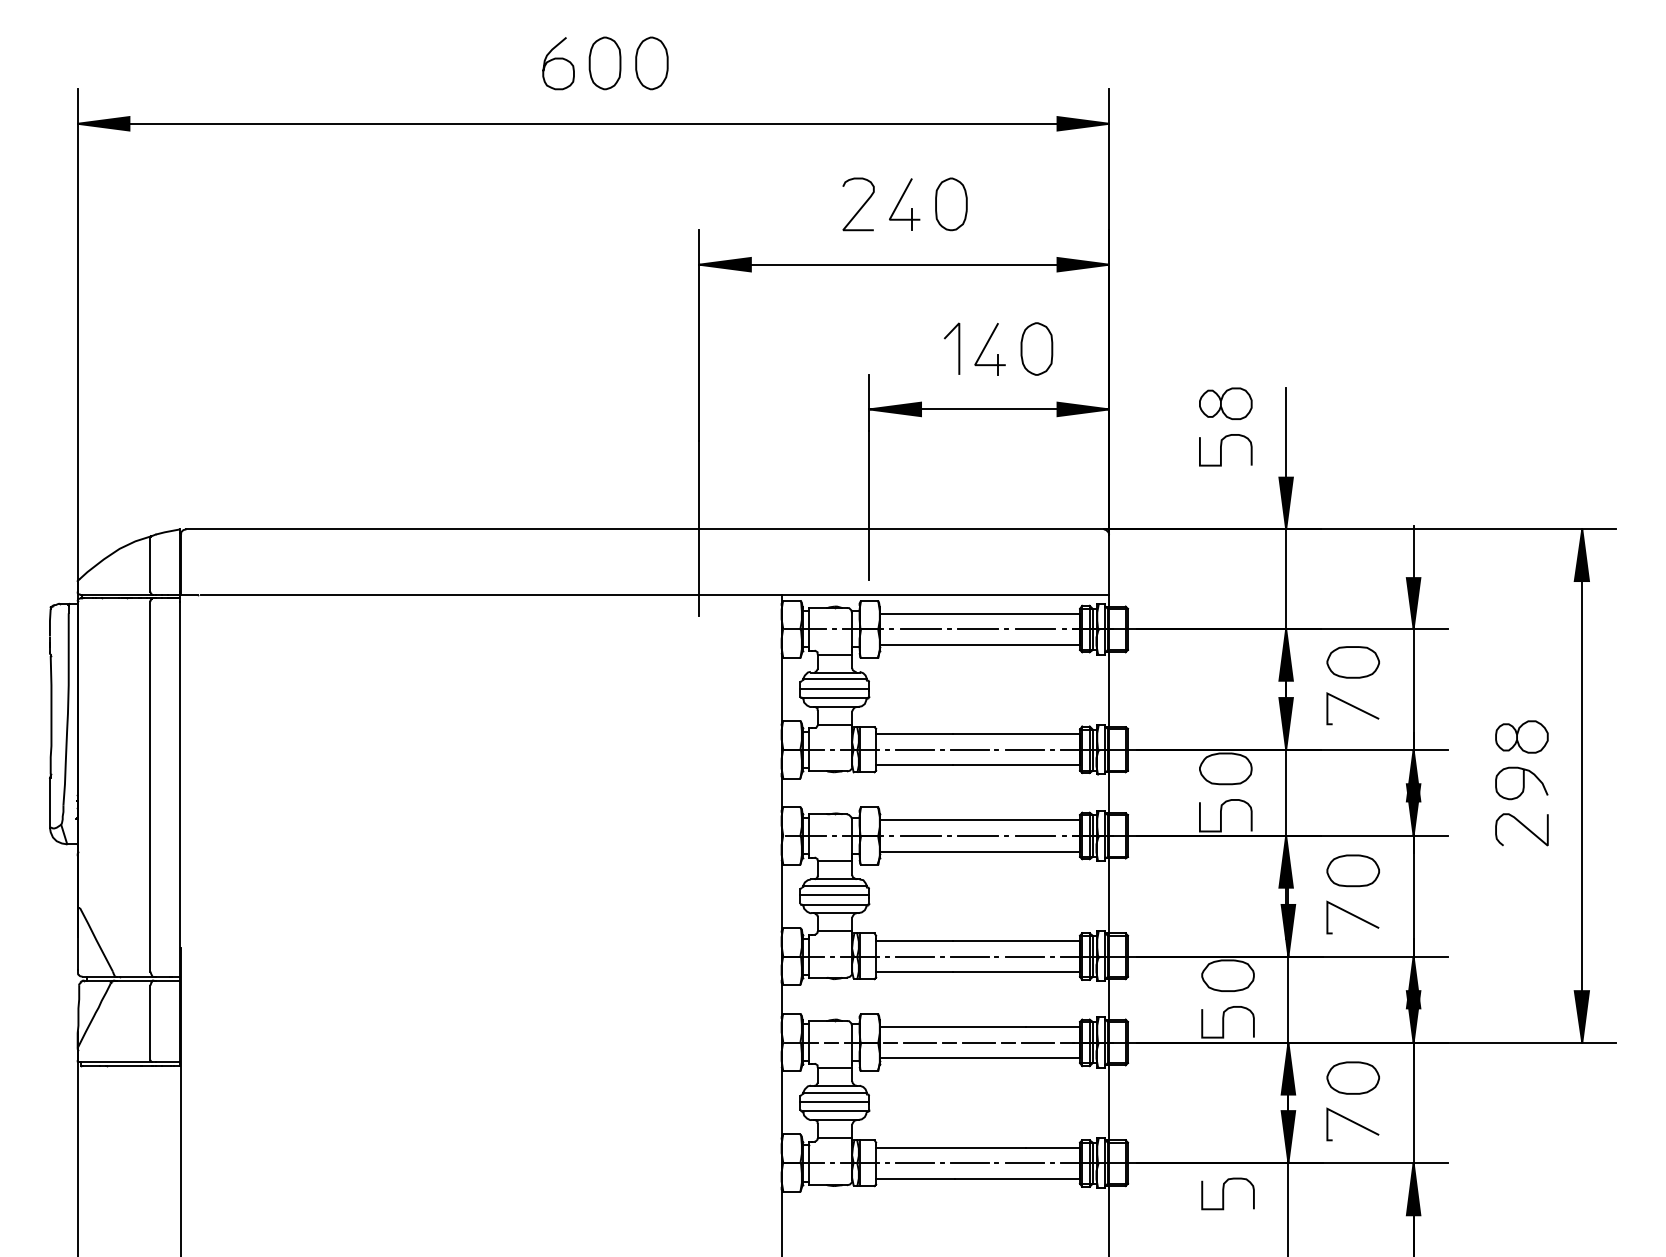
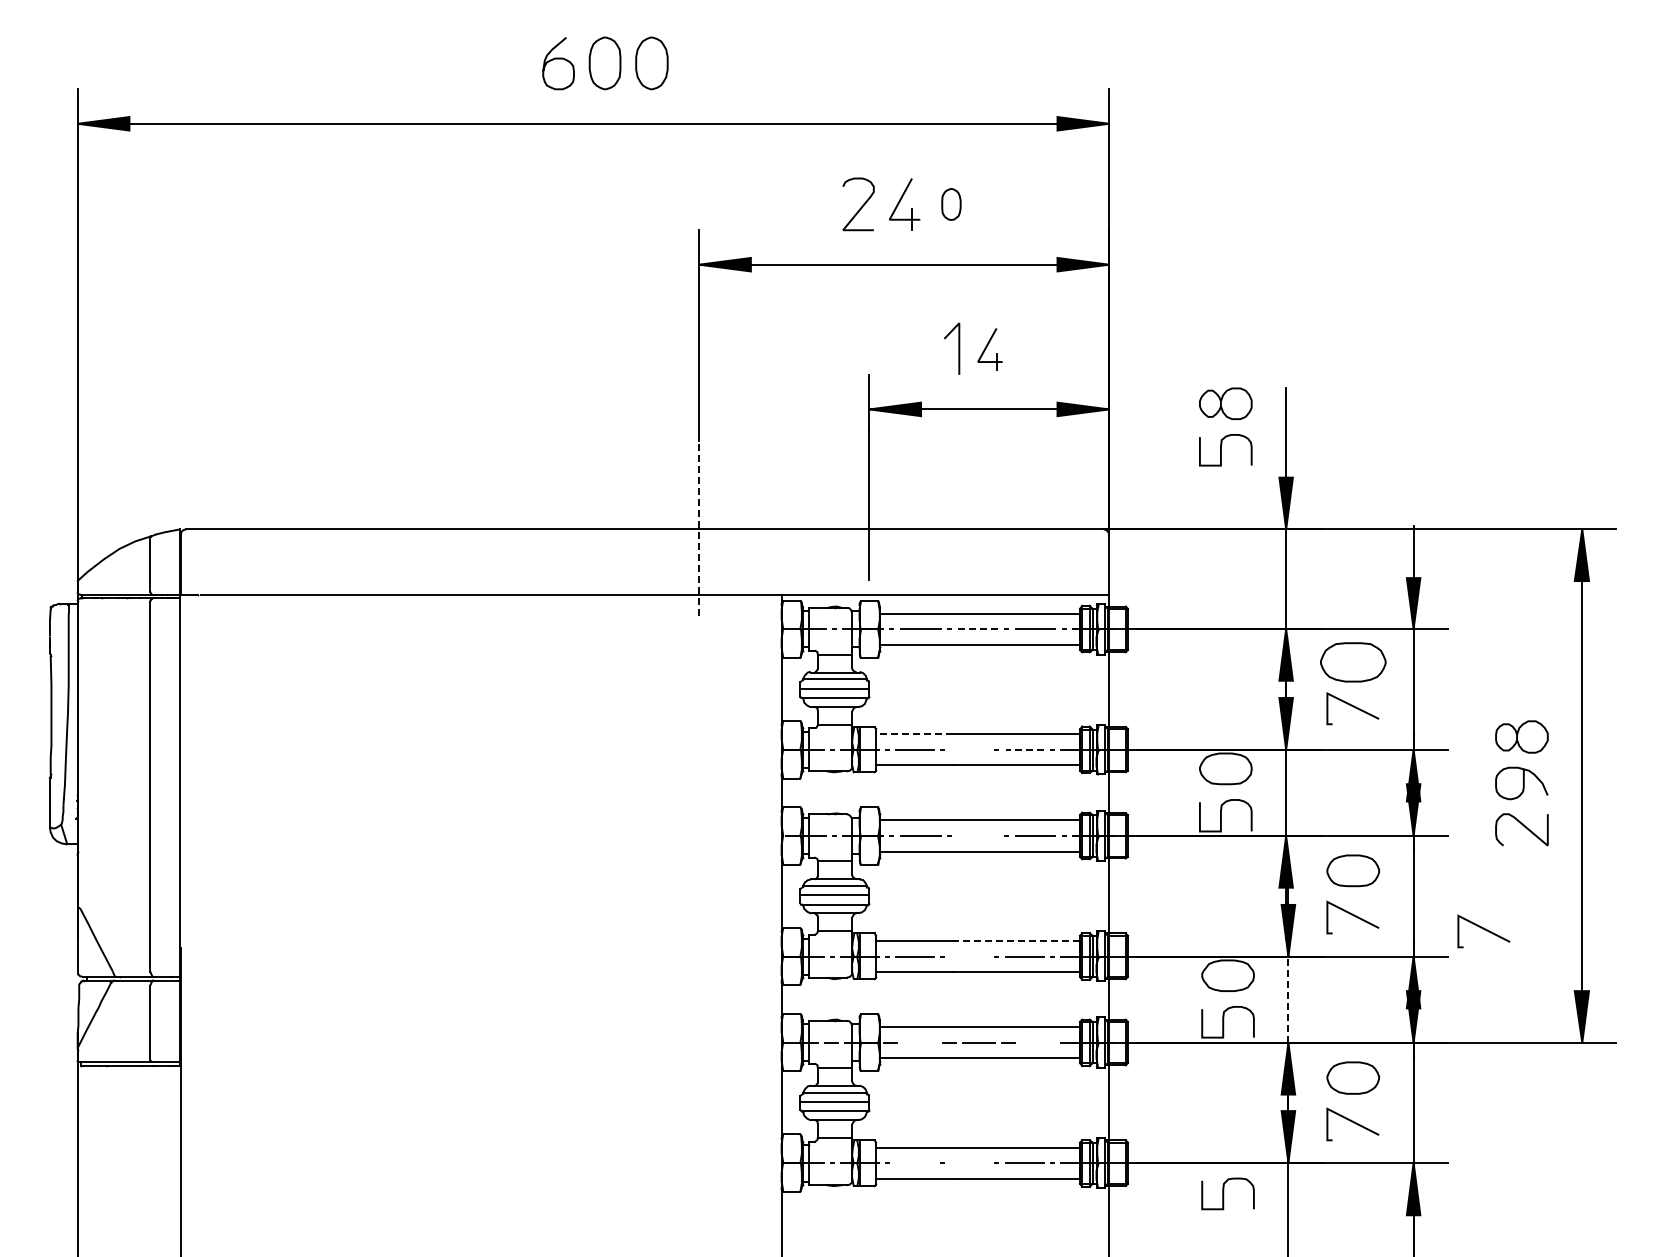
part at (951, 204) size: 33x55 px -> 21x33 px
part at (1036, 348): present -> none
part at (989, 349) size: 32x53 px -> 26x43 px
line at (699, 528): solid -> dashed
line at (977, 629): solid -> dashed
part at (1352, 662) size: 54x33 px -> 67x41 px
line at (913, 734): solid -> dashed
line at (970, 749): present -> none
line at (1024, 749): solid -> dashed
line at (977, 835): present -> none
line at (1484, 930): none -> present
line at (1016, 940): solid -> dashed
line at (970, 956): present -> none
line at (1288, 999): solid -> dashed
line at (919, 1042): present -> none
line at (1037, 1042): present -> none
line at (914, 1162): present -> none
line at (970, 1162): present -> none
